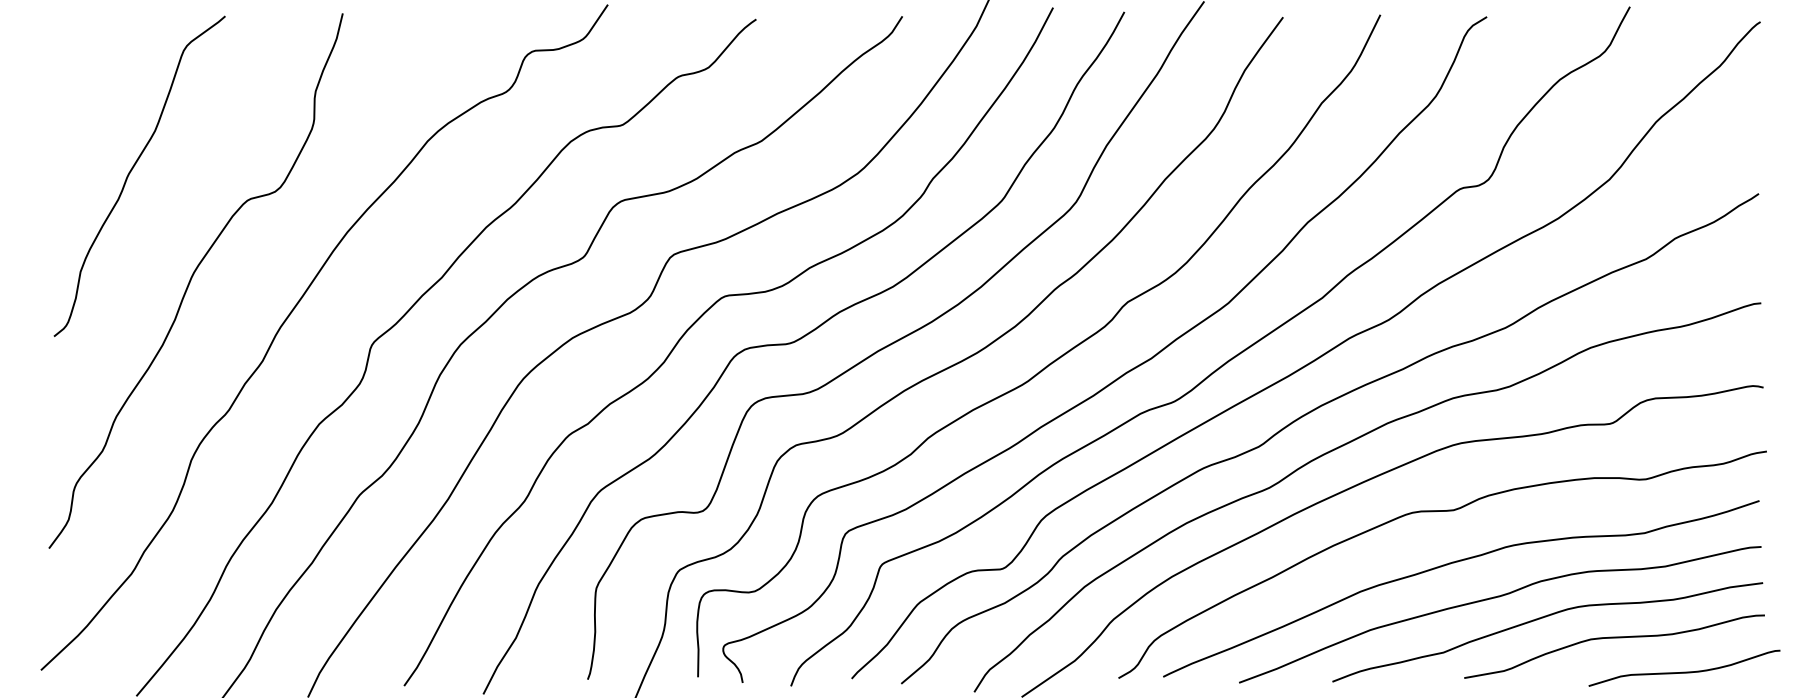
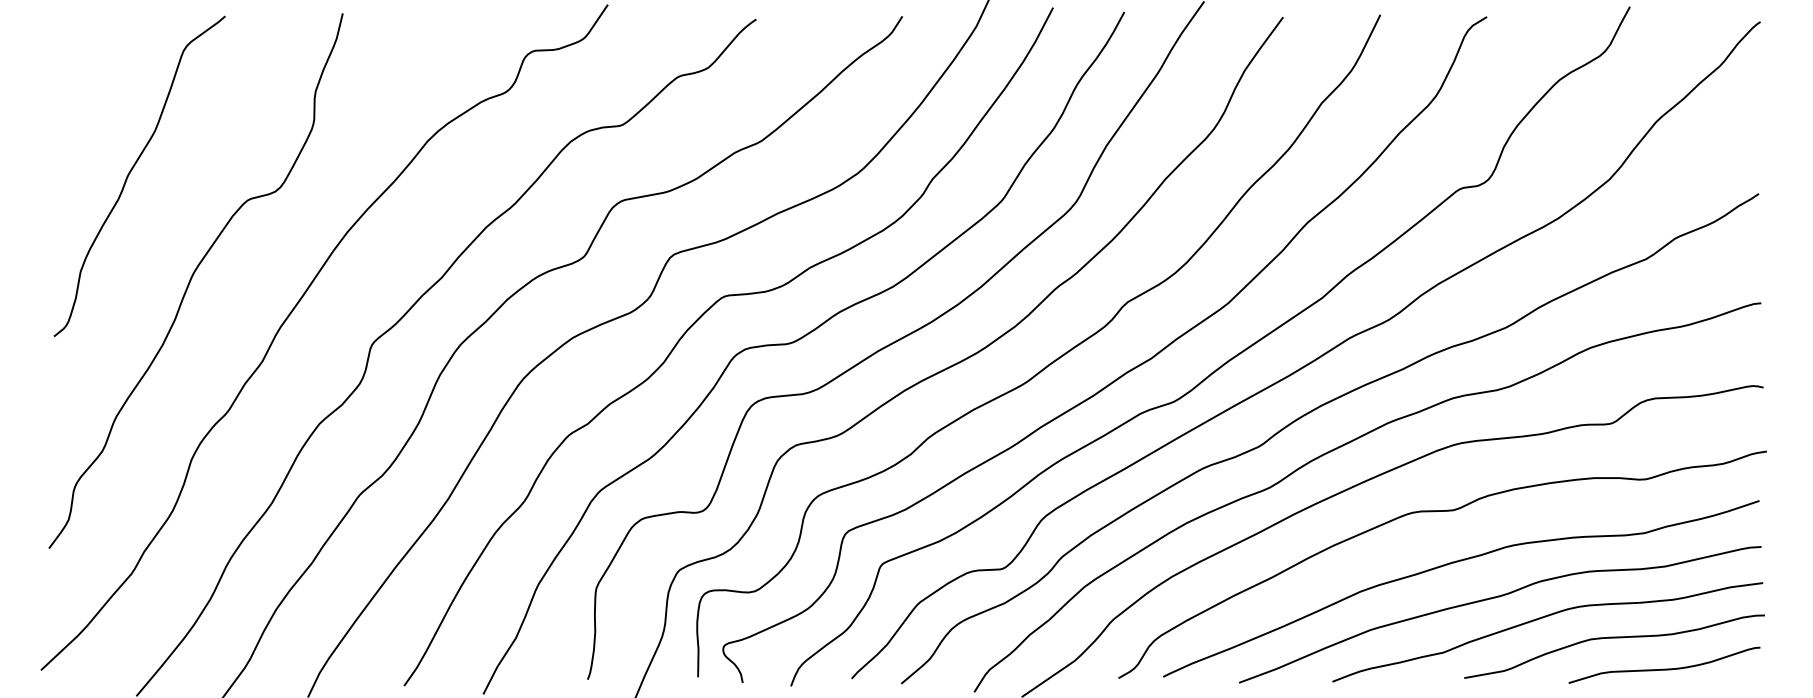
curve at (1684, 671) position: (1684, 671) -> (1664, 668)
